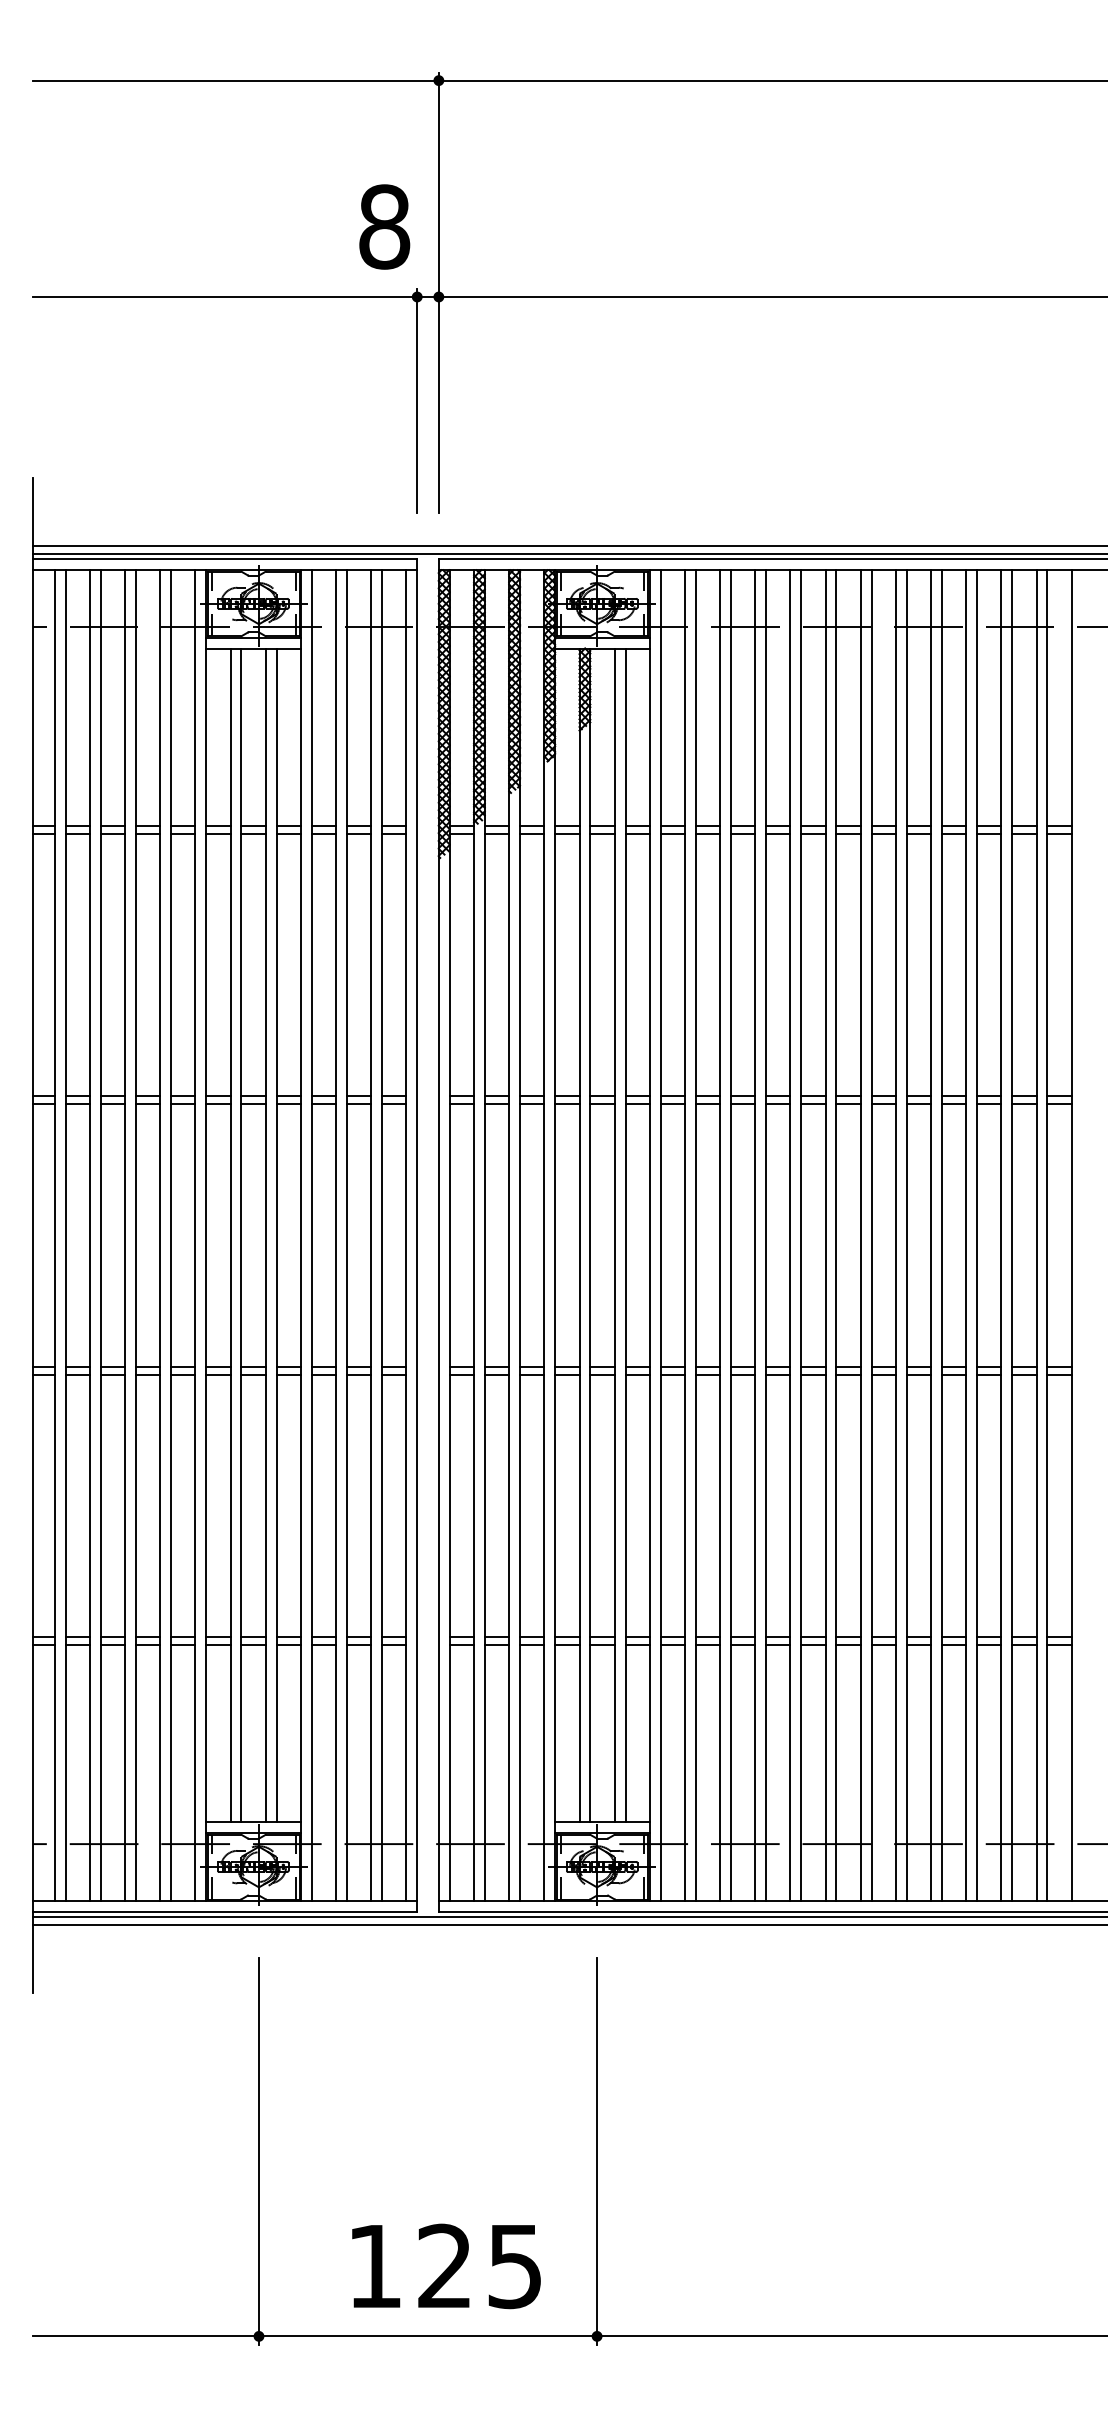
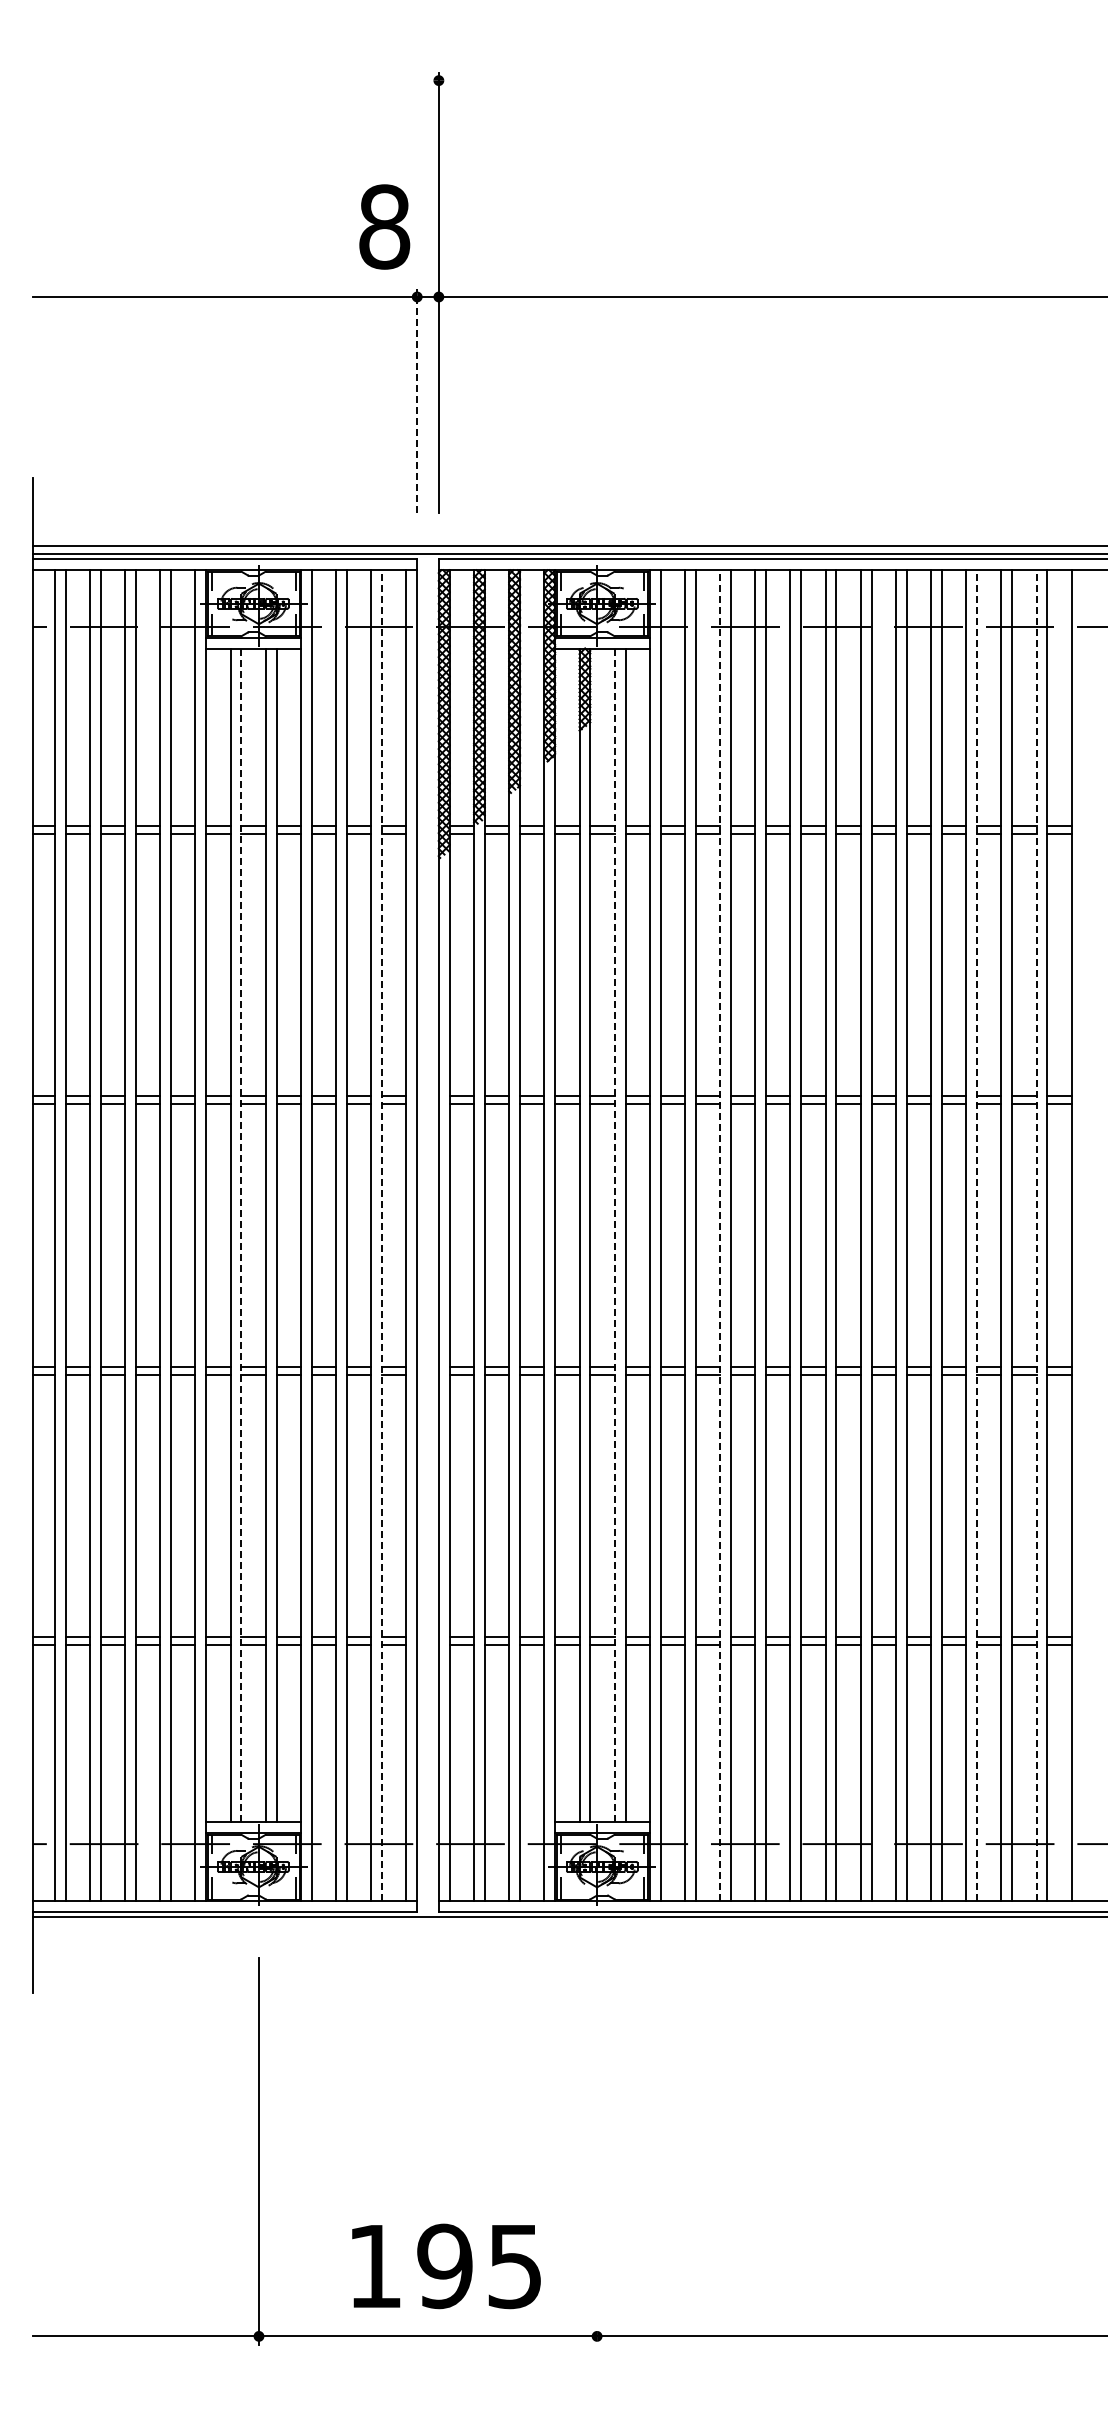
line at (568, 80): present -> none
line at (417, 400): solid -> dashed
line at (241, 1235): solid -> dashed
line at (382, 1235): solid -> dashed
line at (614, 1235): solid -> dashed
line at (720, 1235): solid -> dashed
line at (977, 1235): solid -> dashed
line at (1036, 1235): solid -> dashed
line at (568, 1925): present -> none
line at (597, 2150): present -> none
text at (444, 2266): 125 -> 195
